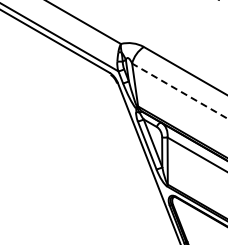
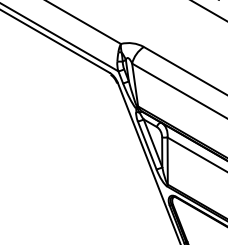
line at (208, 11): none -> present
line at (179, 91): dashed -> solid
